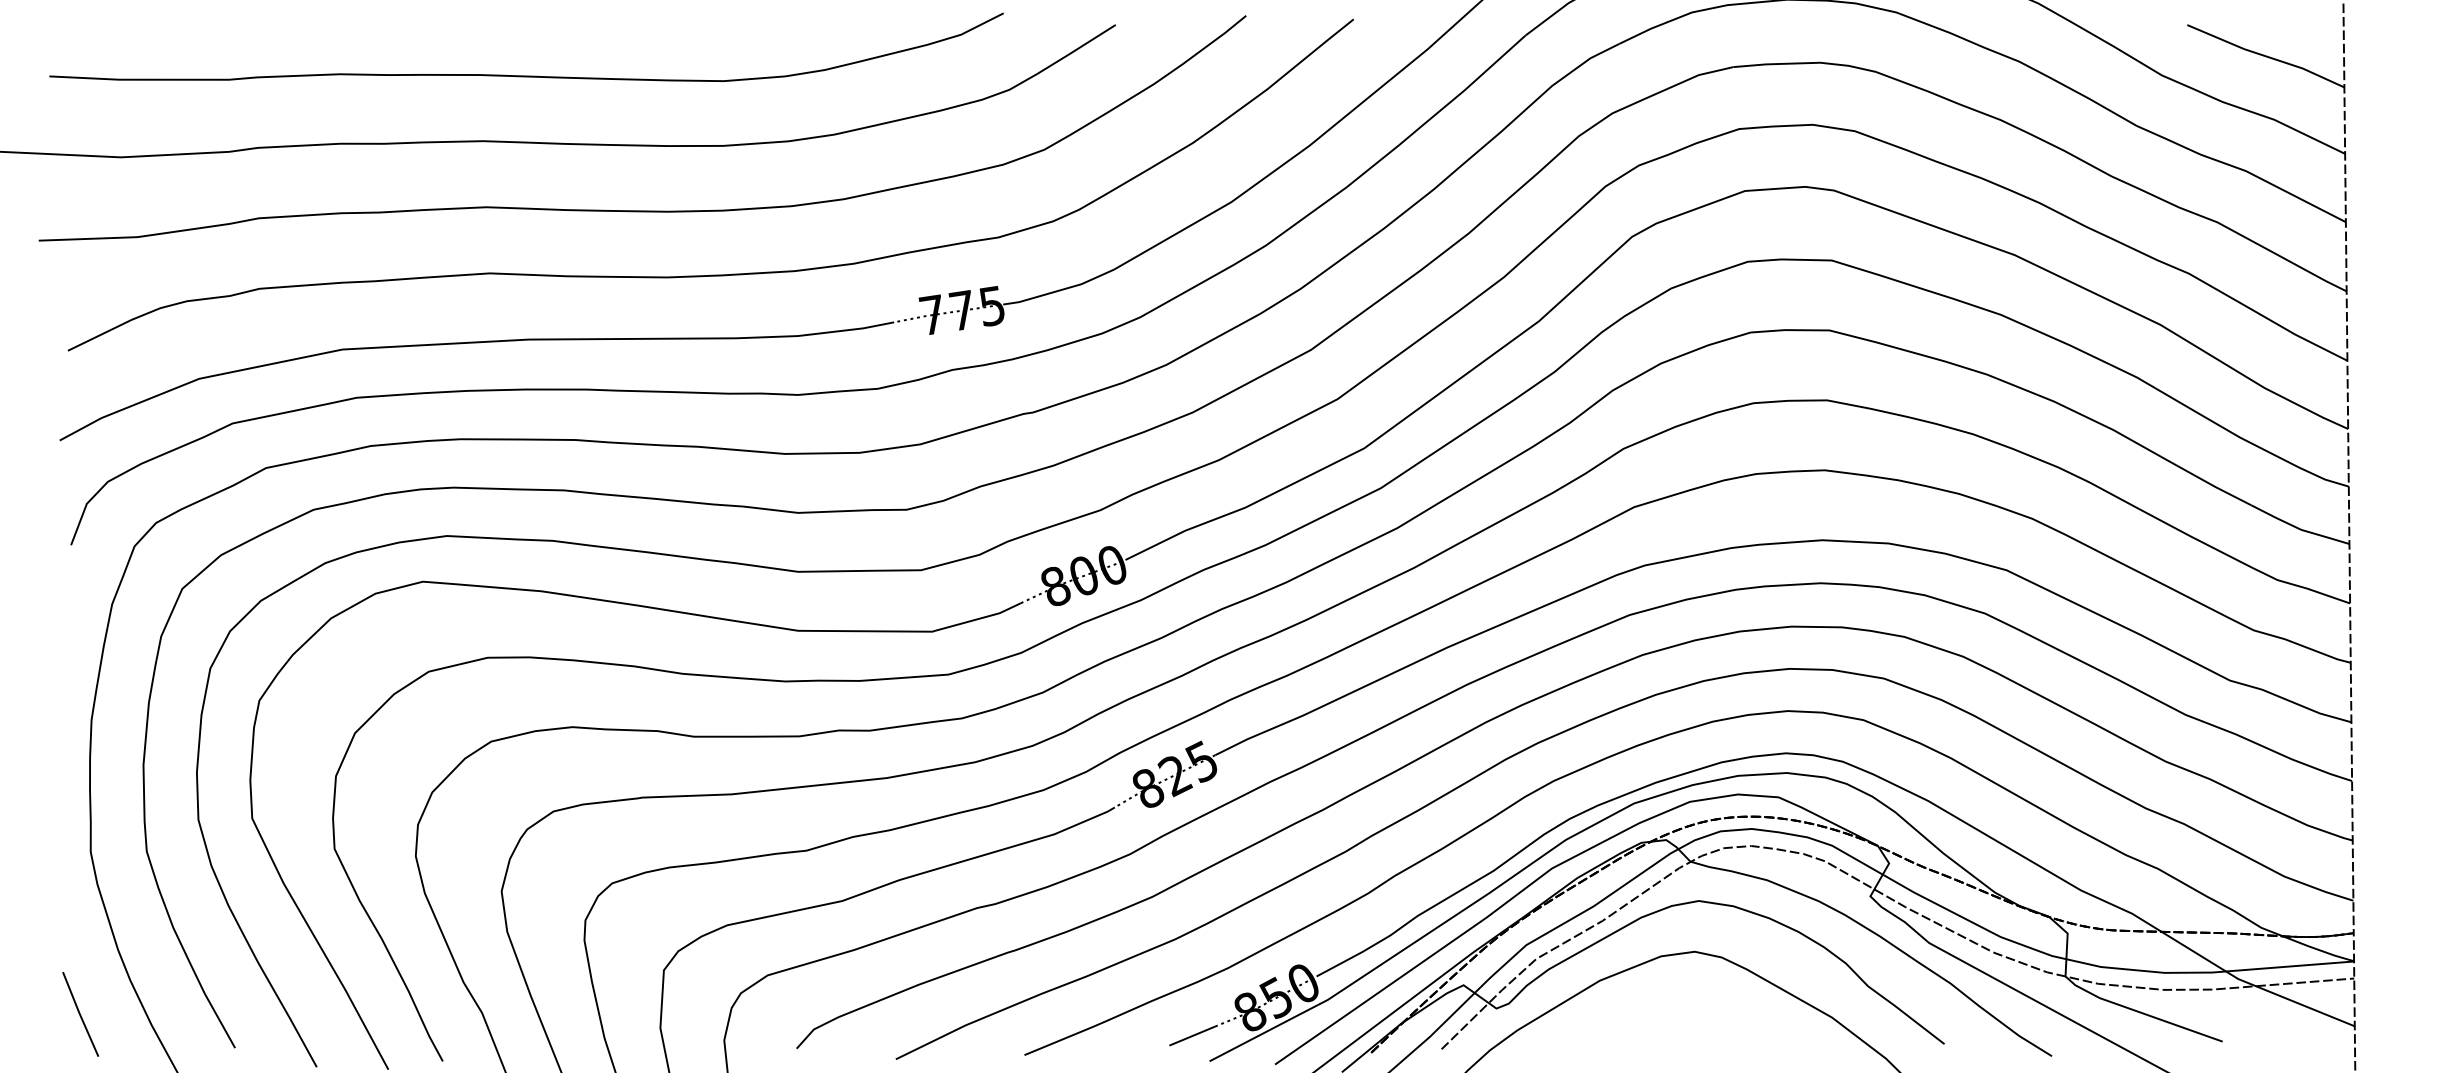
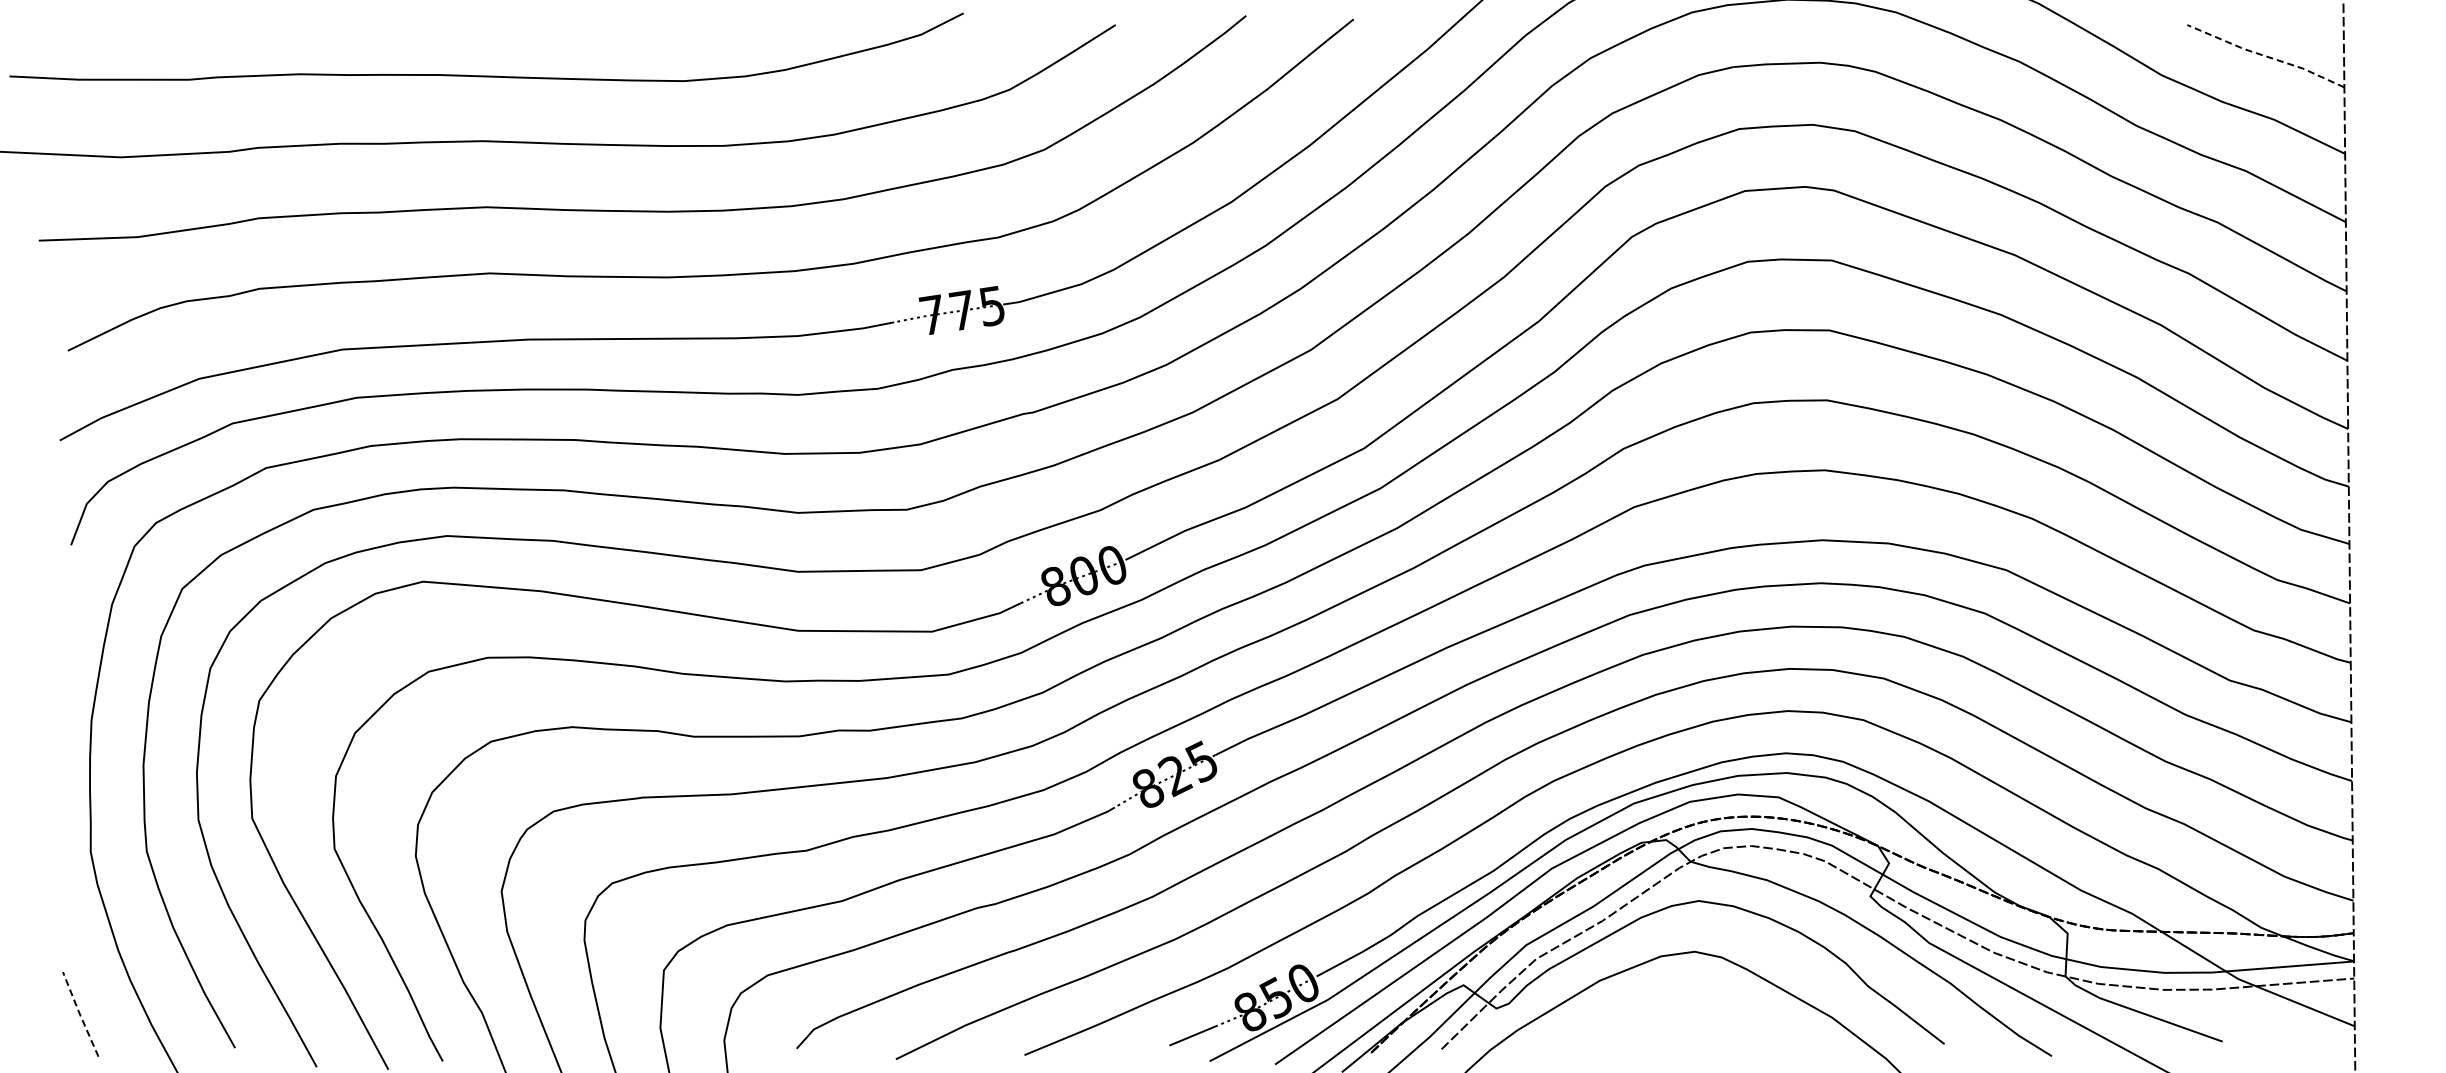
line at (2265, 56): solid -> dashed
curve at (526, 75) position: (526, 75) -> (486, 75)
line at (79, 1013): solid -> dashed
